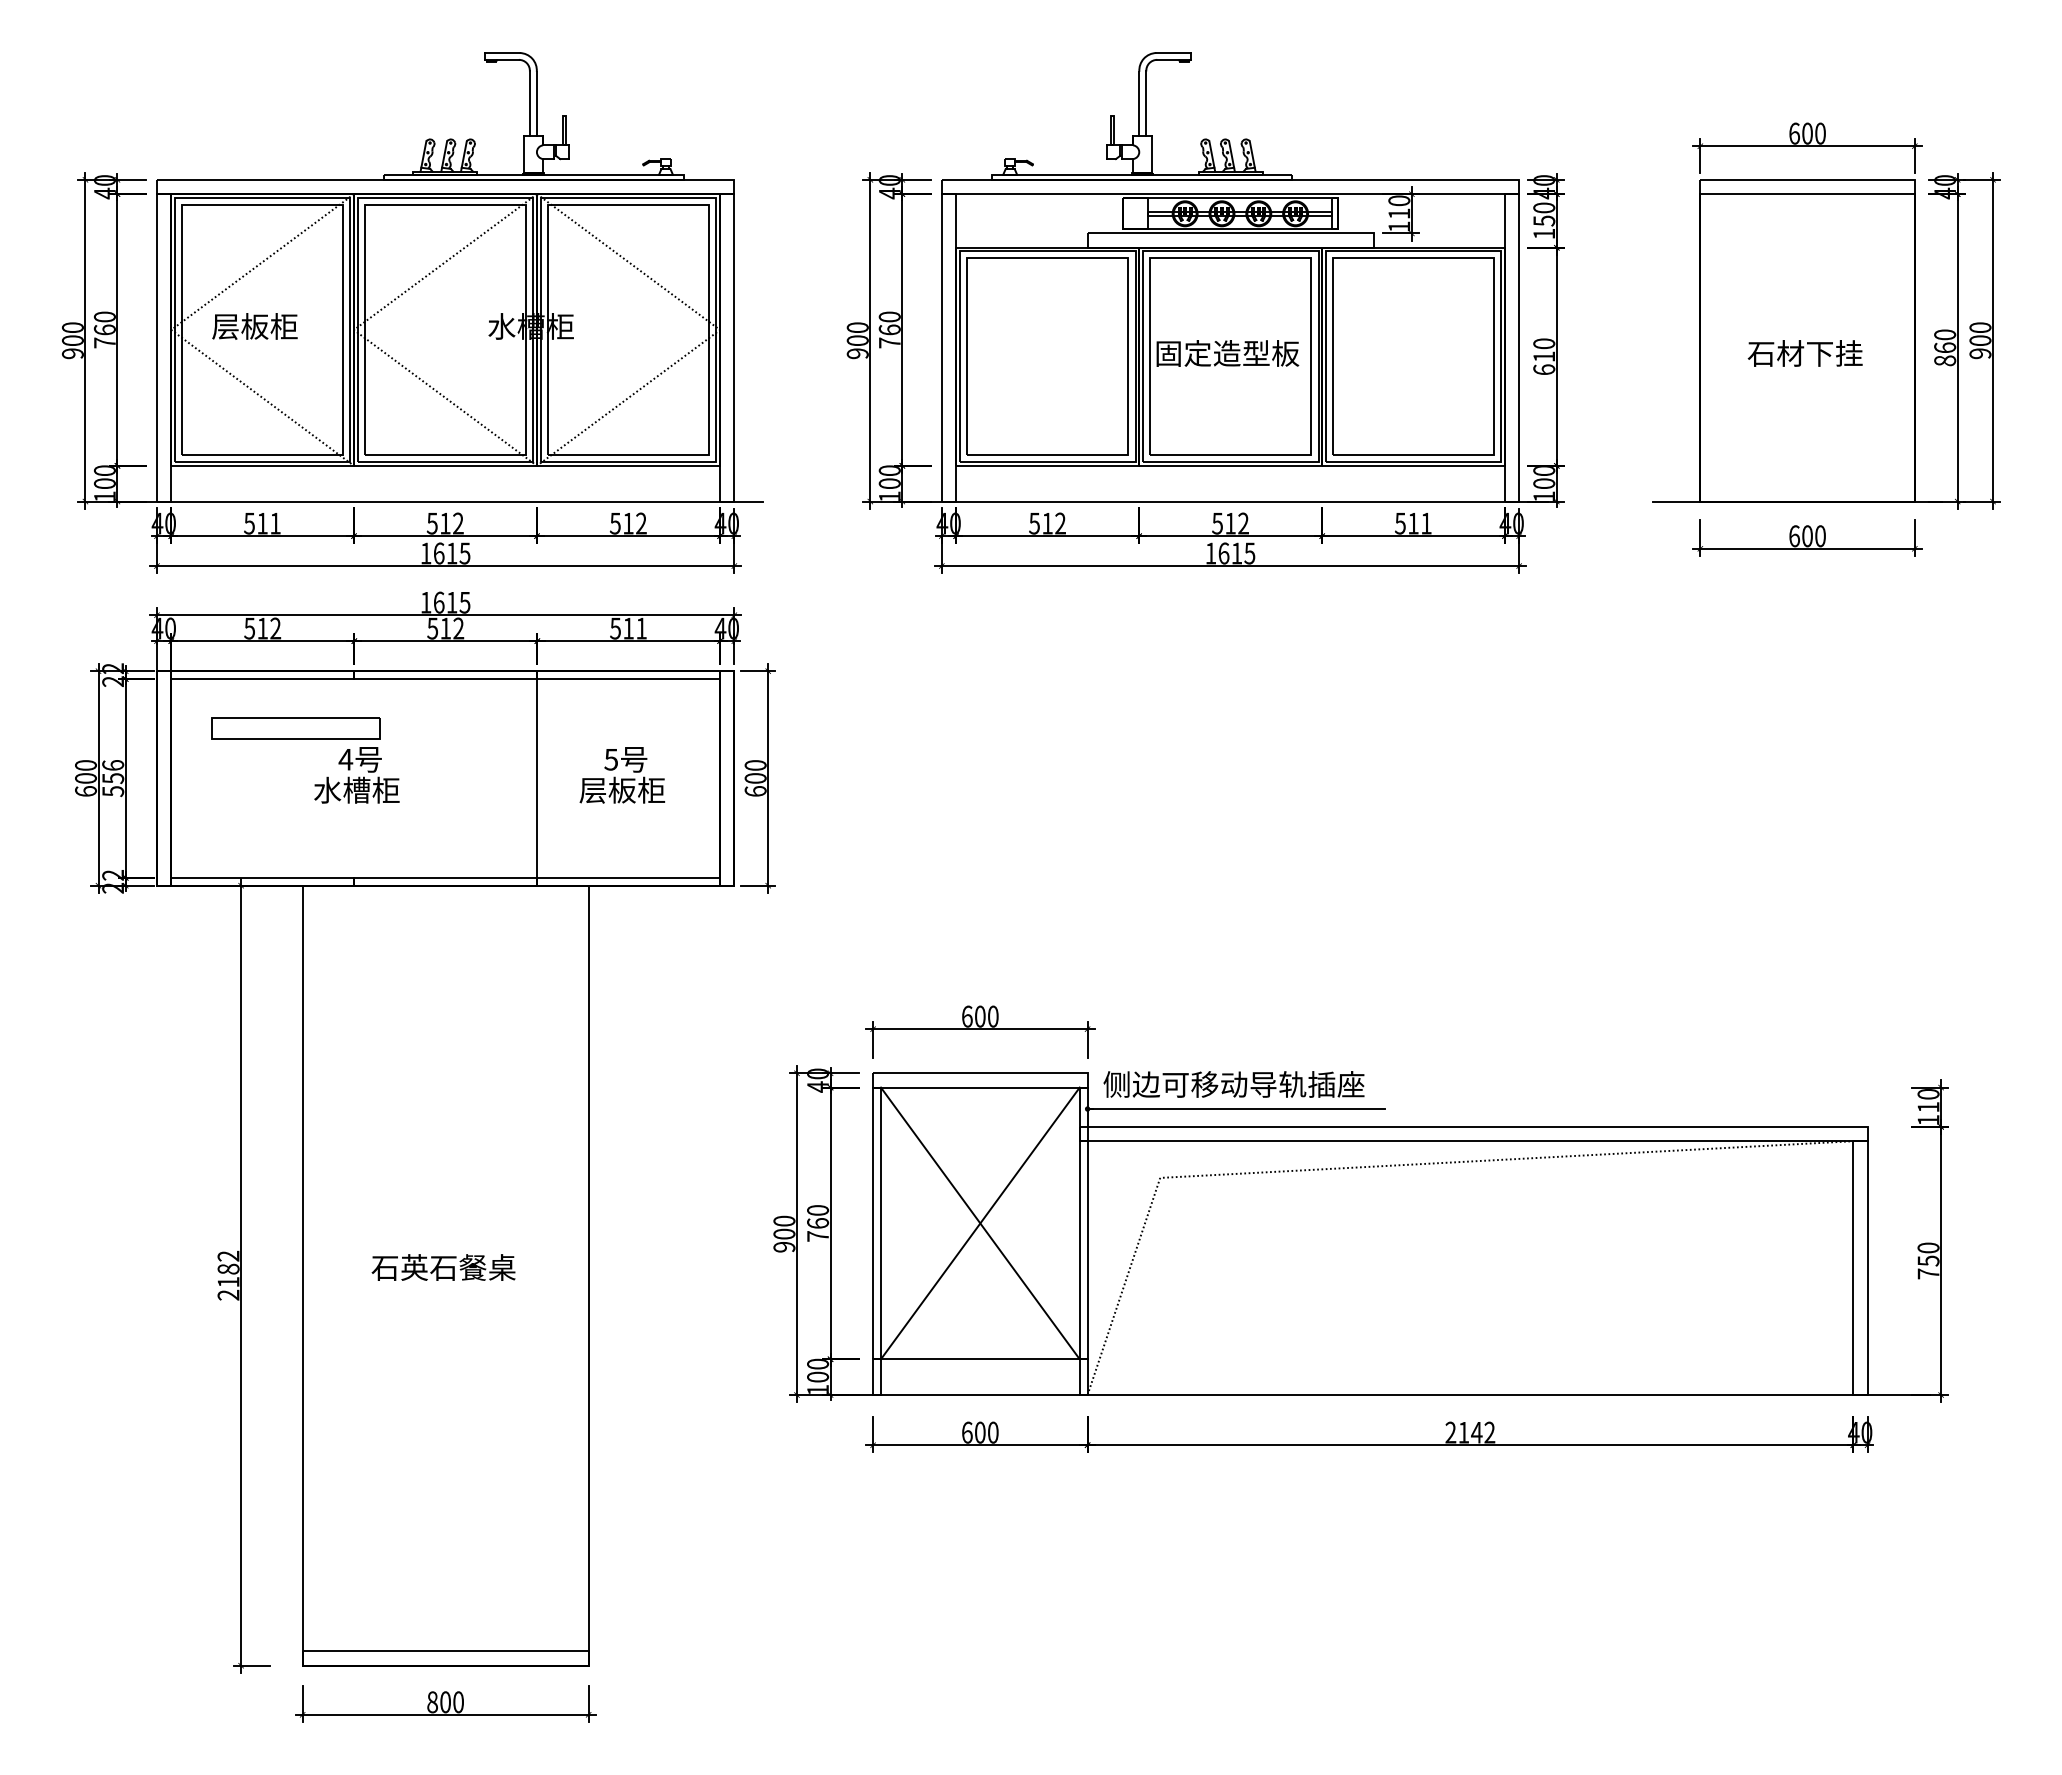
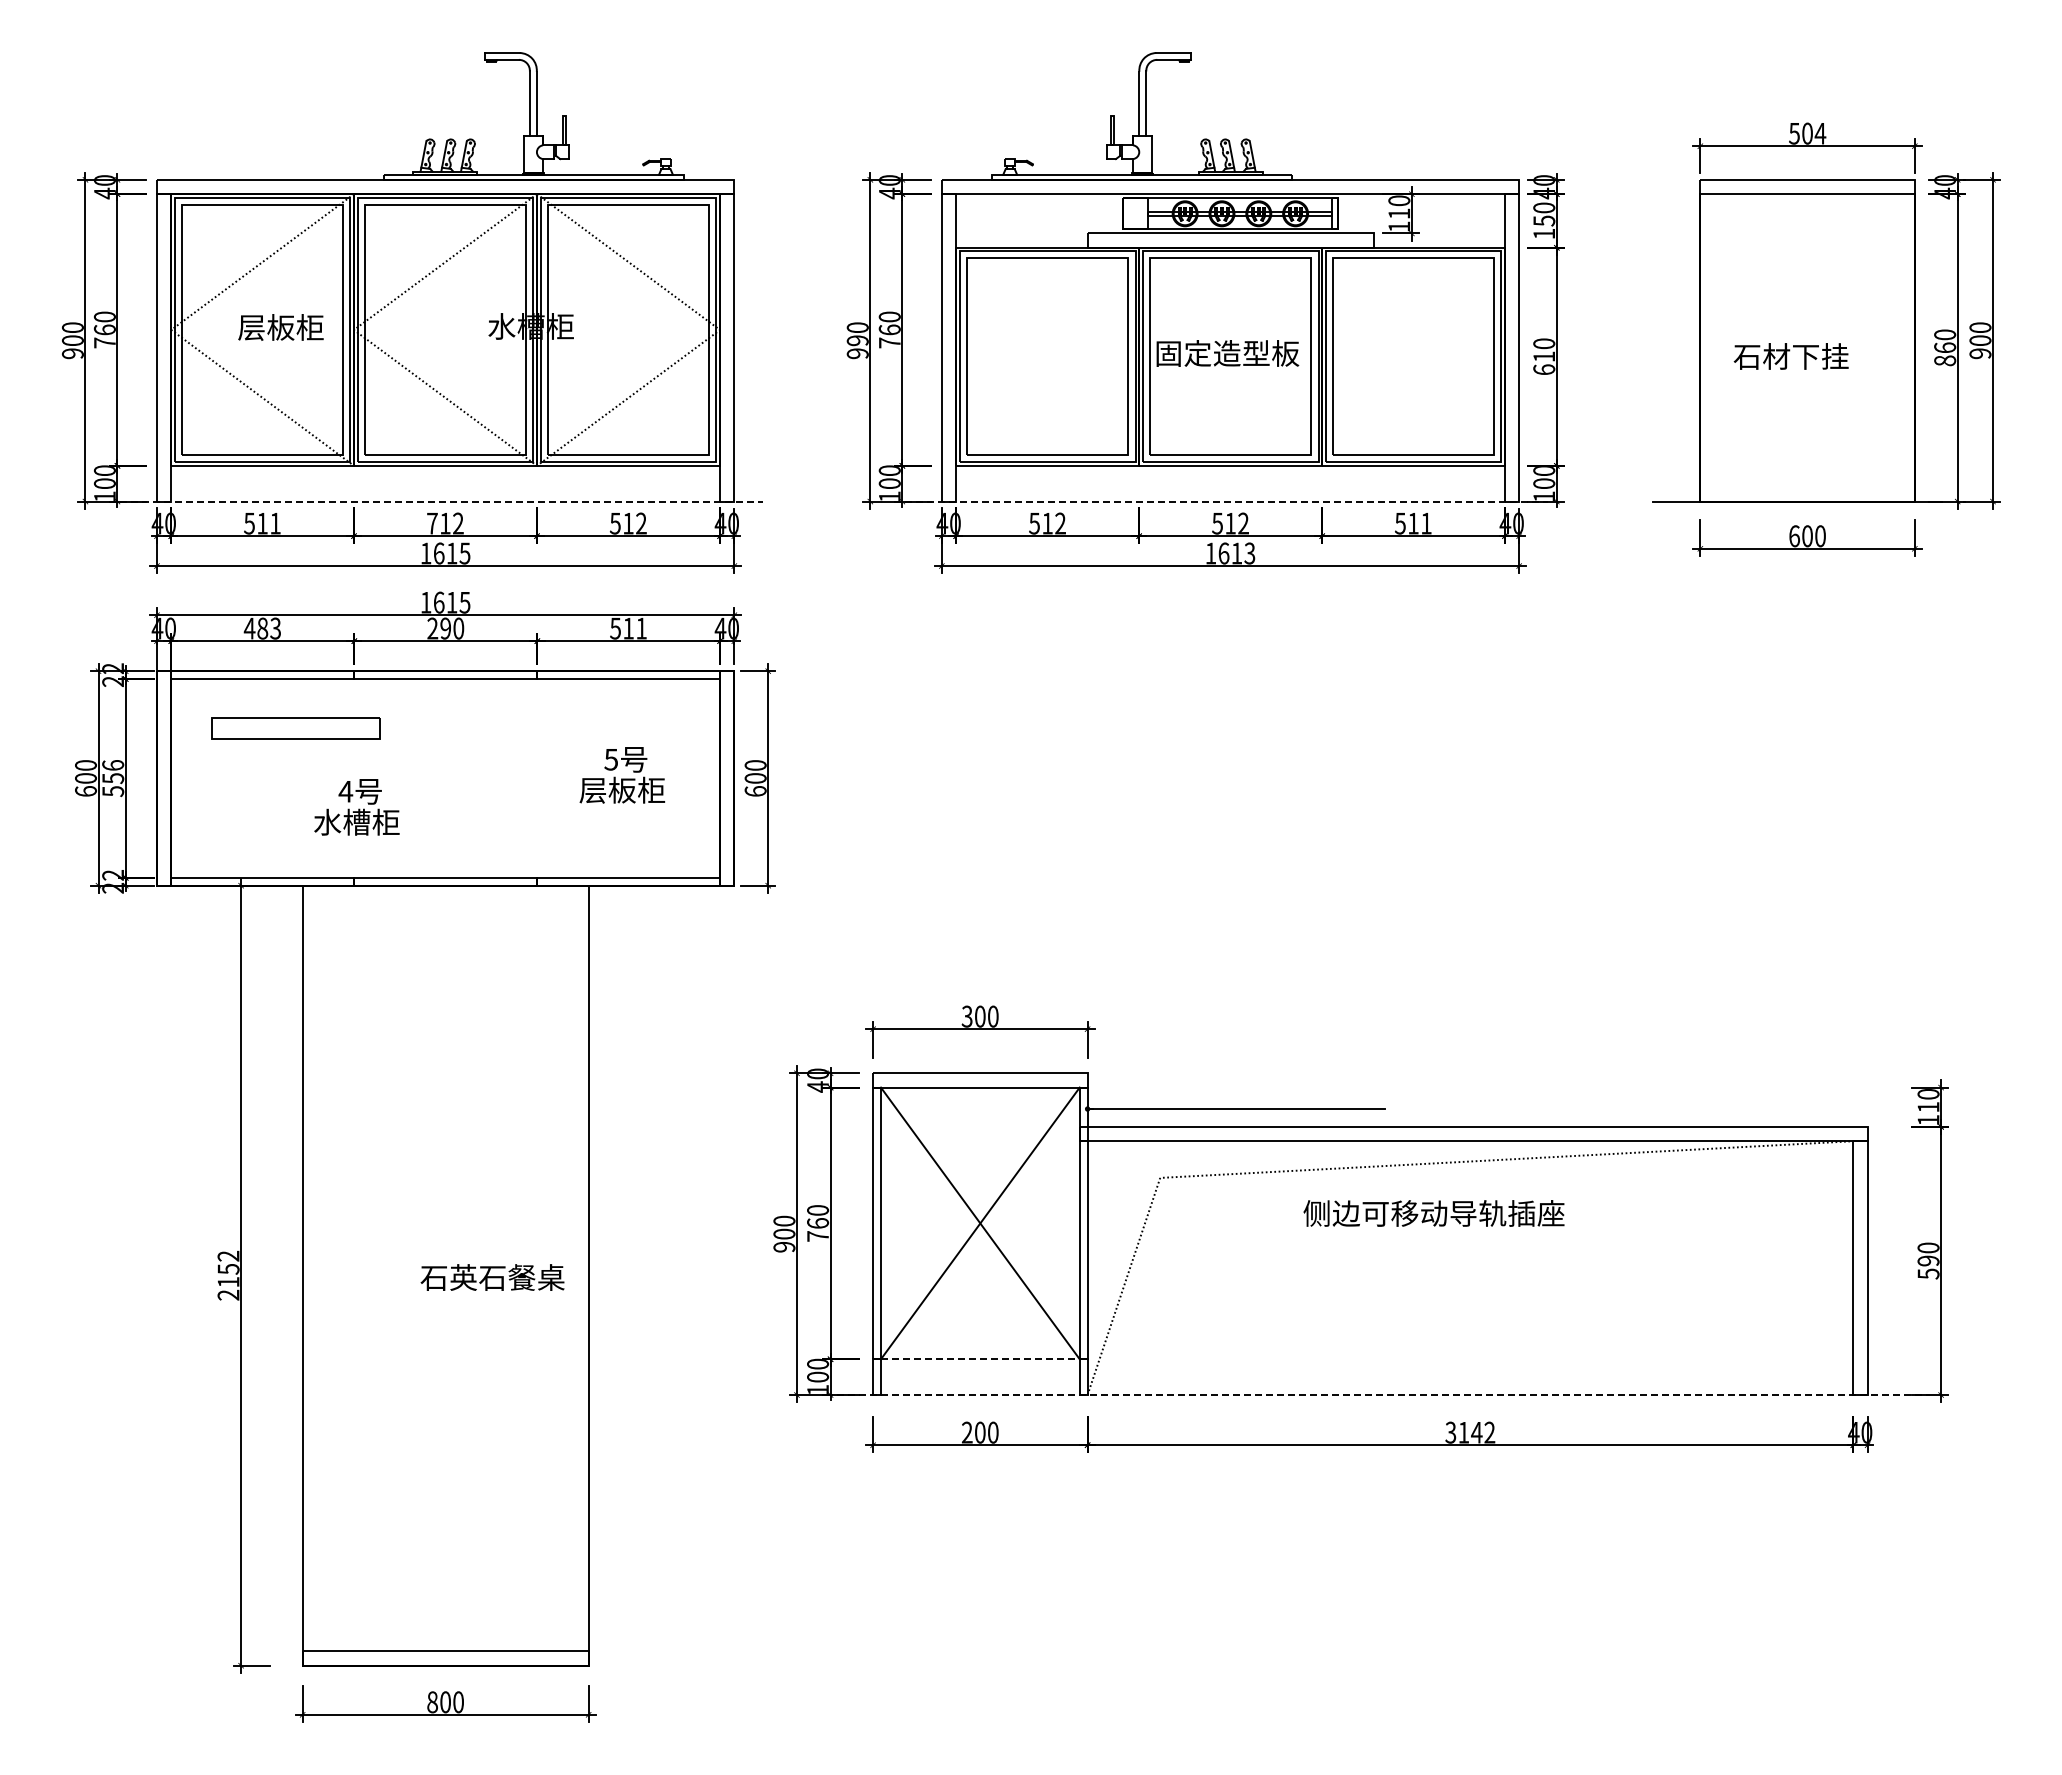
text at (1807, 133): 600 -> 504
text at (254, 326) position: (254, 326) -> (280, 327)
text at (857, 340): 900 -> 990
text at (1804, 353) position: (1804, 353) -> (1790, 356)
line at (435, 501): solid -> dashed
line at (1220, 501): solid -> dashed
text at (431, 523): 512 -> 712
text at (1250, 553): 1615 -> 1613
text at (262, 628): 512 -> 483
text at (445, 628): 512 -> 290
text at (356, 775) position: (356, 775) -> (356, 807)
line at (537, 778): present -> none
text at (966, 1016): 600 -> 300
text at (1233, 1084) position: (1233, 1084) -> (1433, 1213)
text at (443, 1267) position: (443, 1267) -> (492, 1277)
text at (1928, 1267): 750 -> 590
text at (228, 1268): 2182 -> 2152
line at (980, 1359): solid -> dashed
line at (1378, 1395): solid -> dashed
text at (966, 1432): 600 -> 200
text at (1450, 1432): 2142 -> 3142
